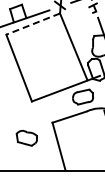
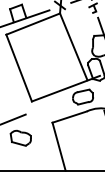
line at (33, 24): dashed -> solid
line at (13, 118): none -> present
part at (26, 137) position: (26, 137) -> (20, 137)
